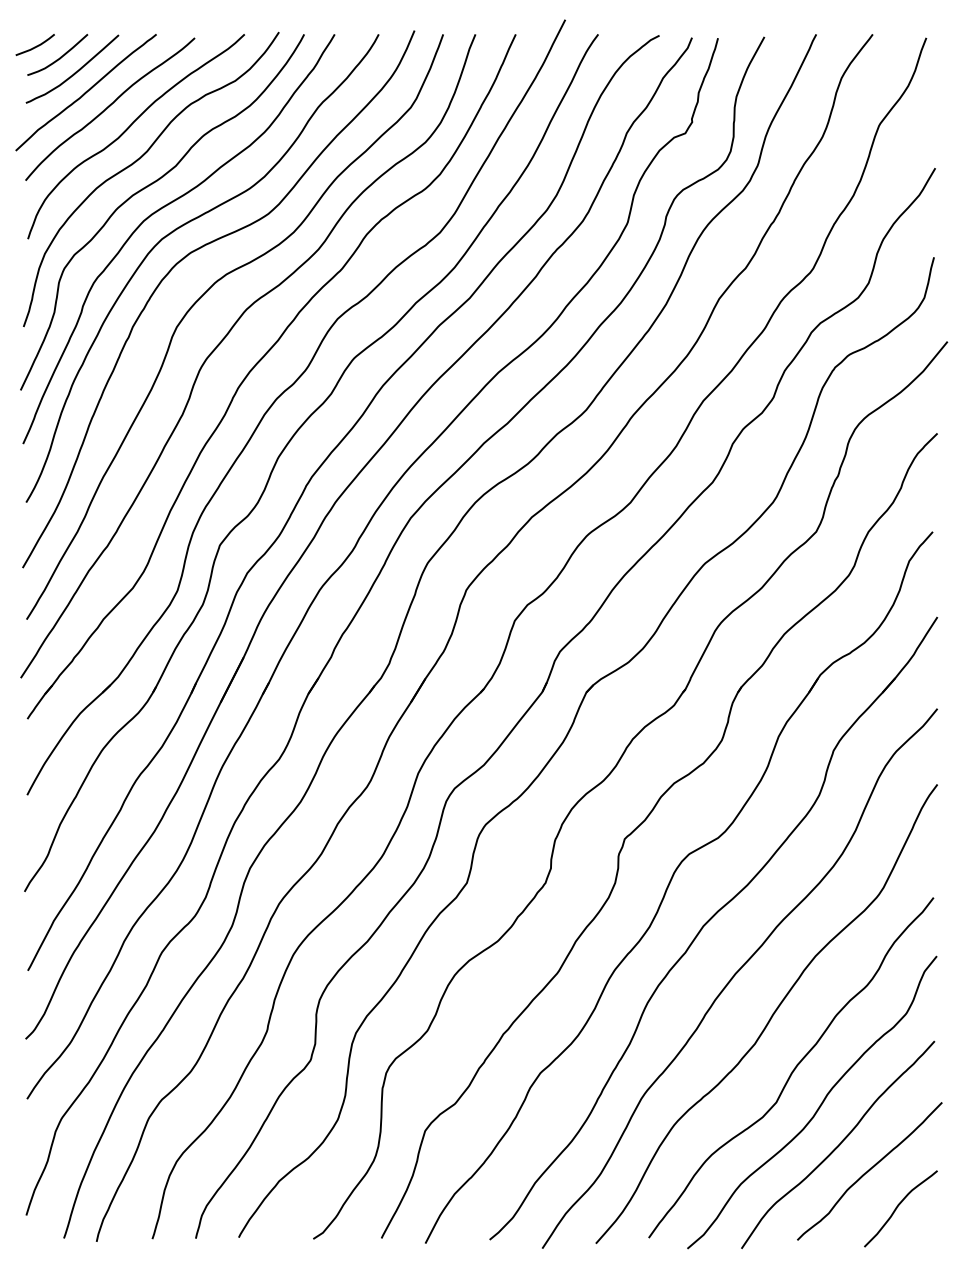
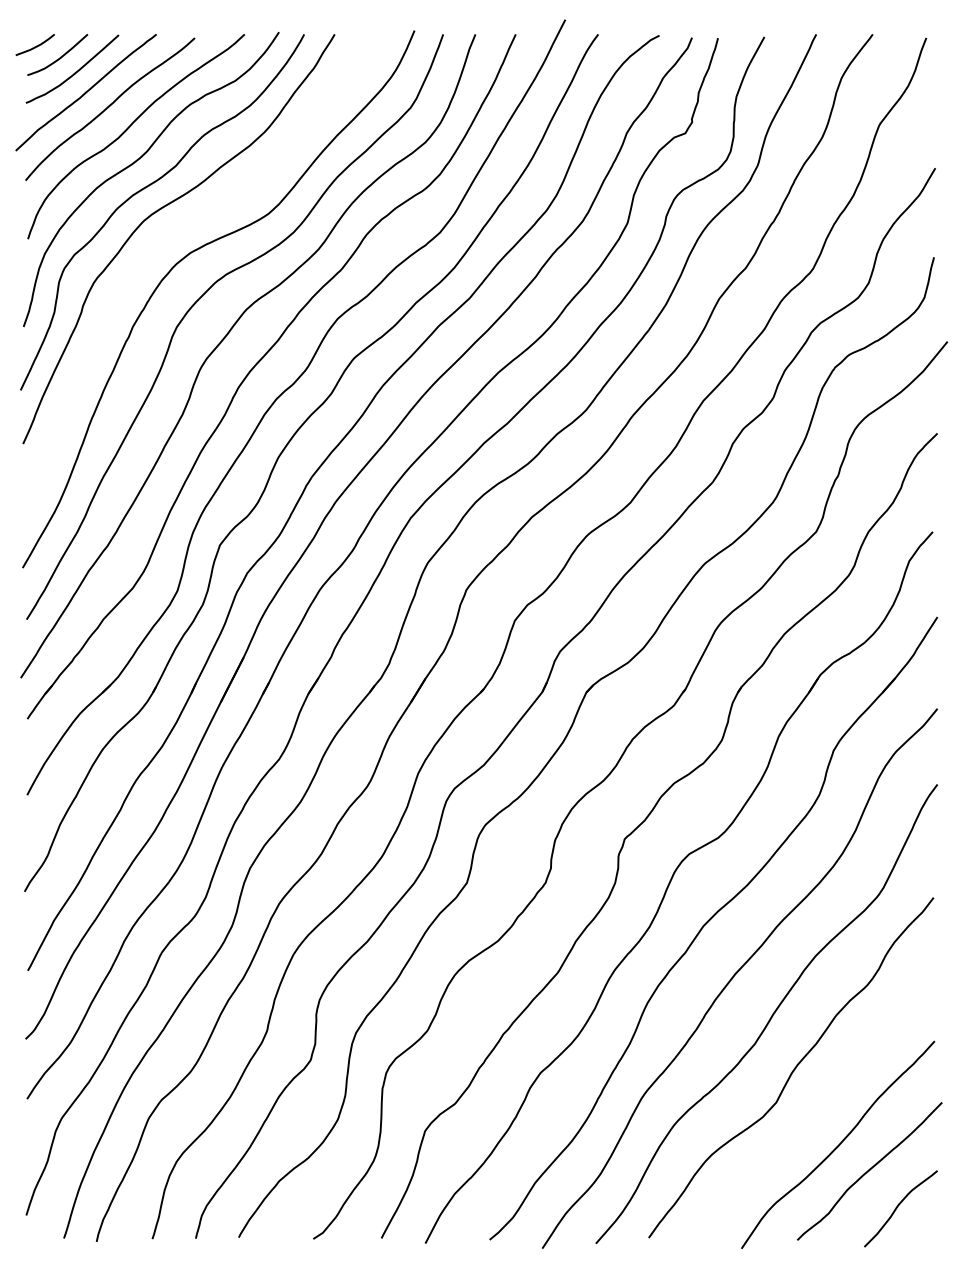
curve at (176, 230): present -> none
curve at (819, 1105): present -> none
